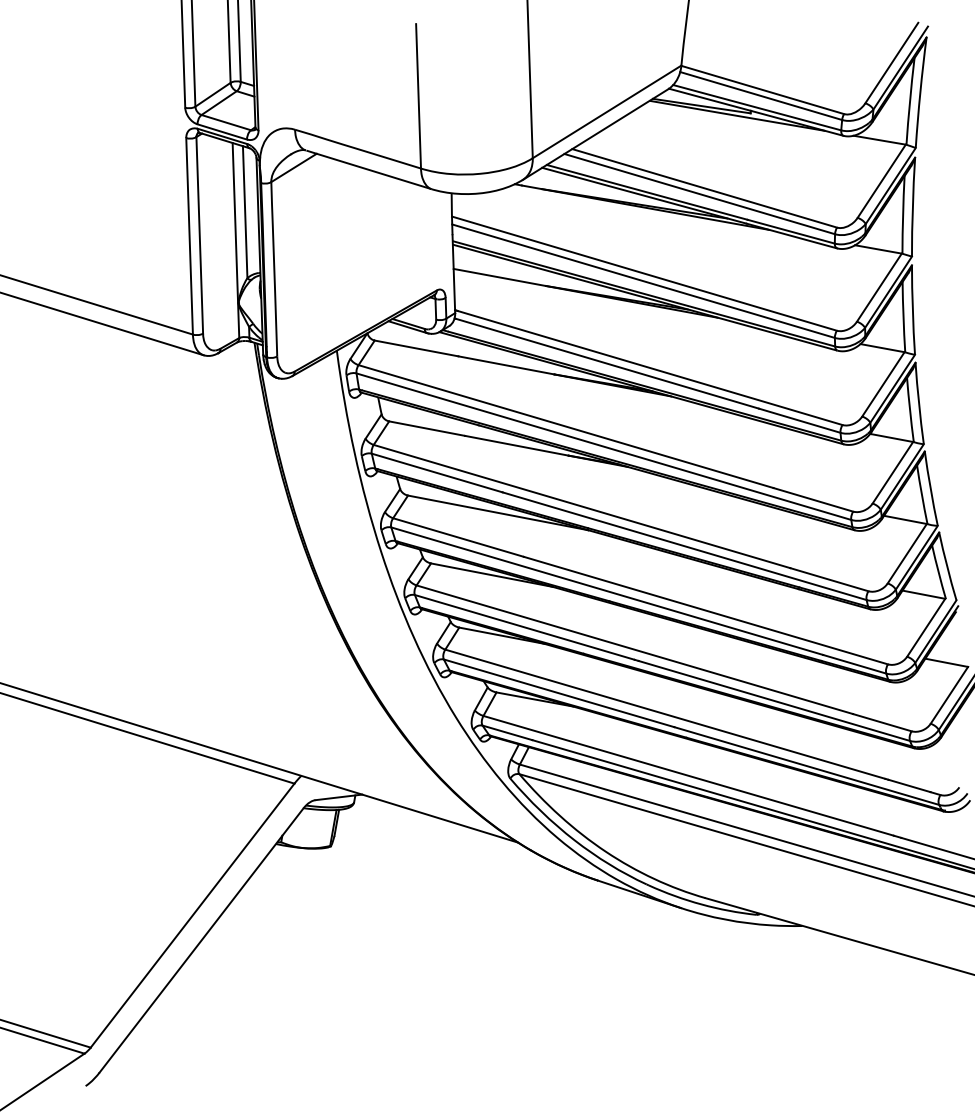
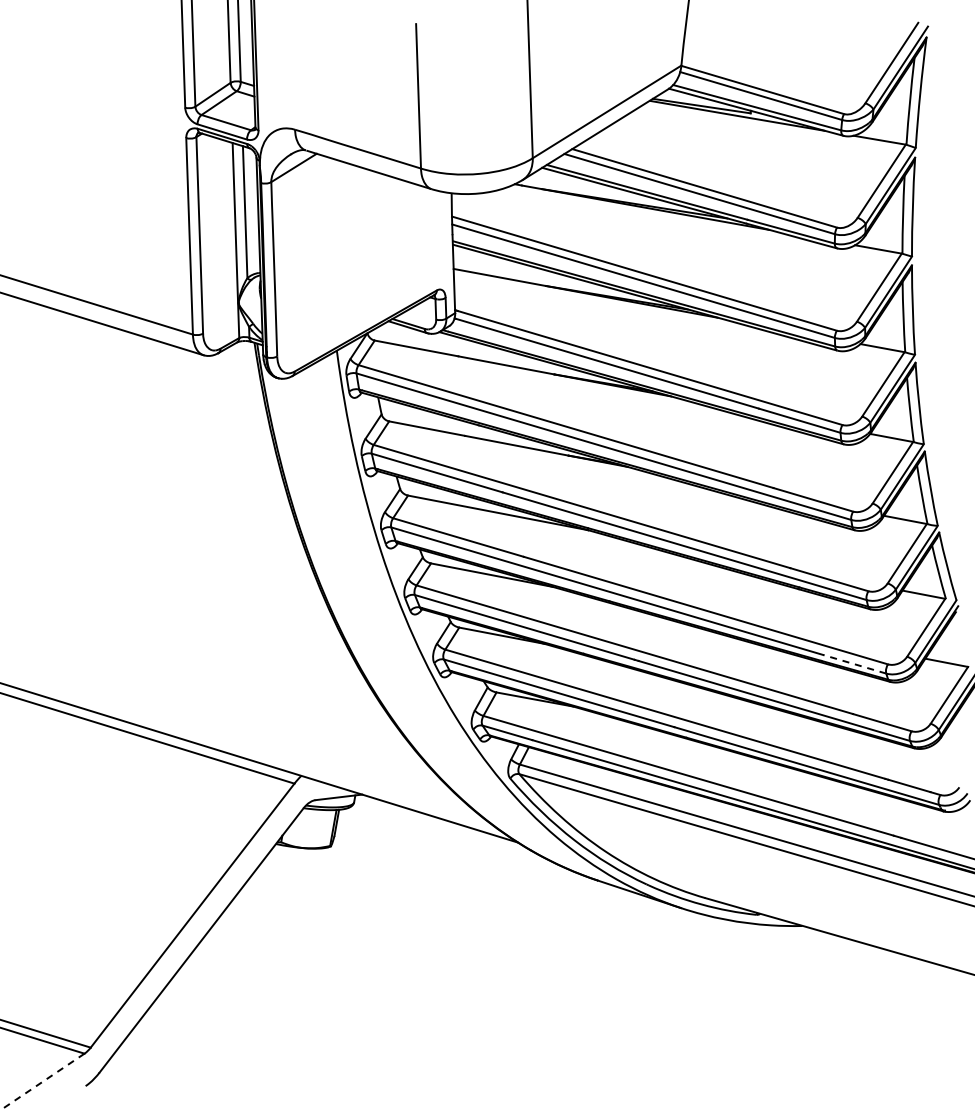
line at (854, 664): solid -> dashed
line at (42, 1082): solid -> dashed
